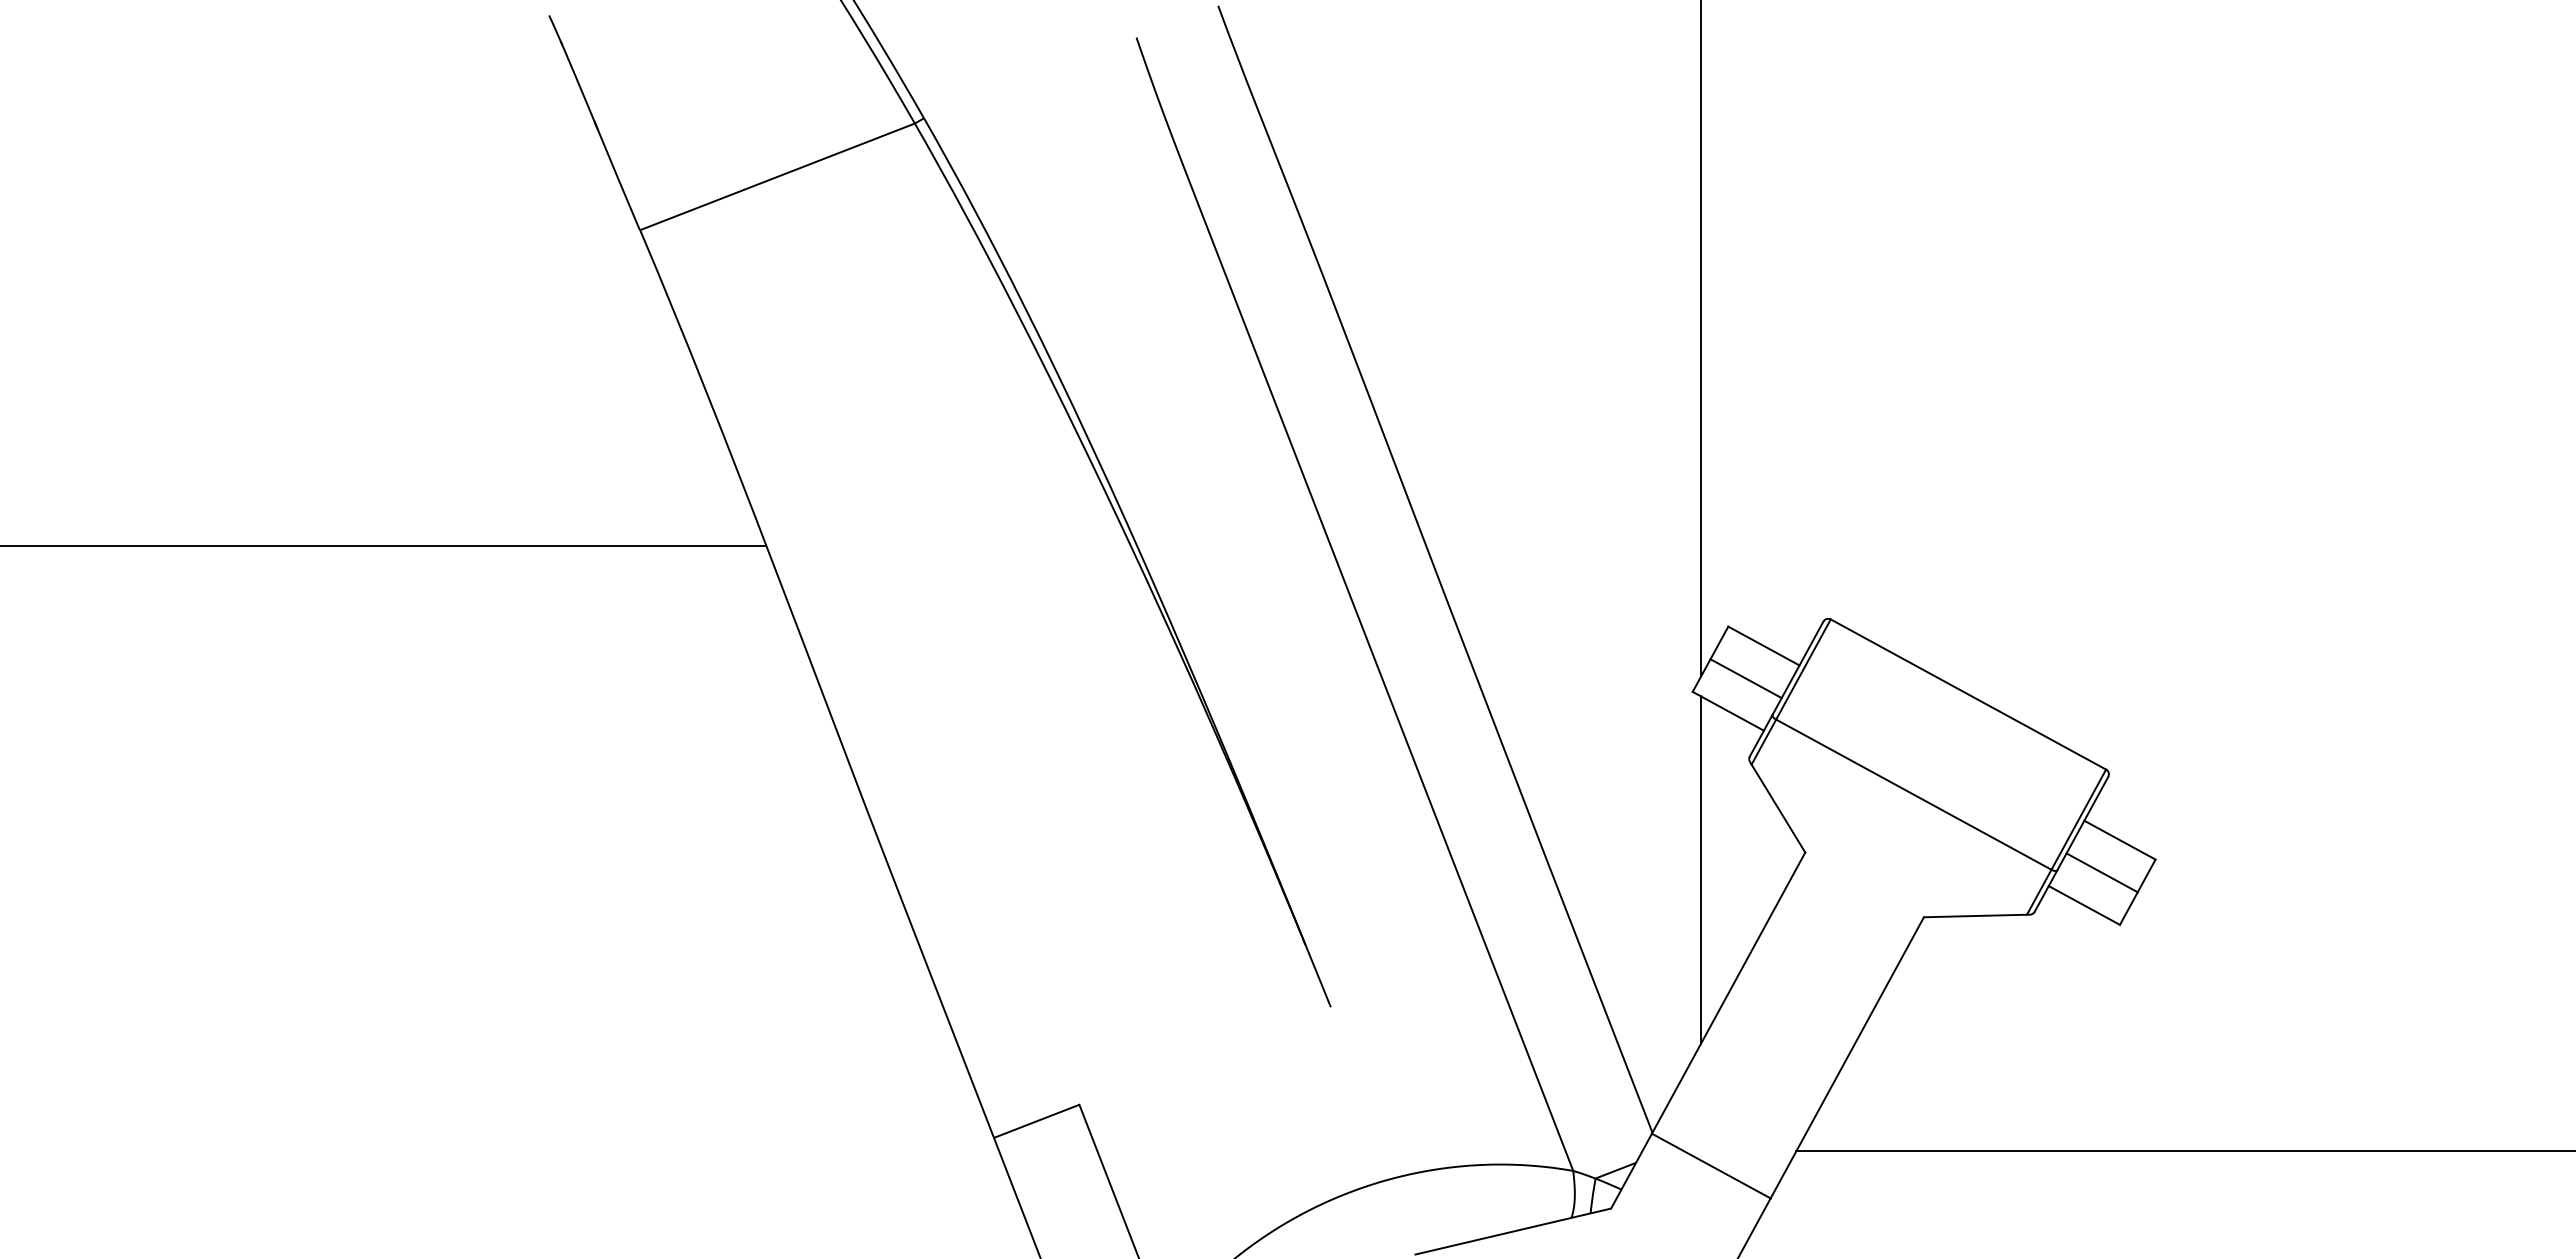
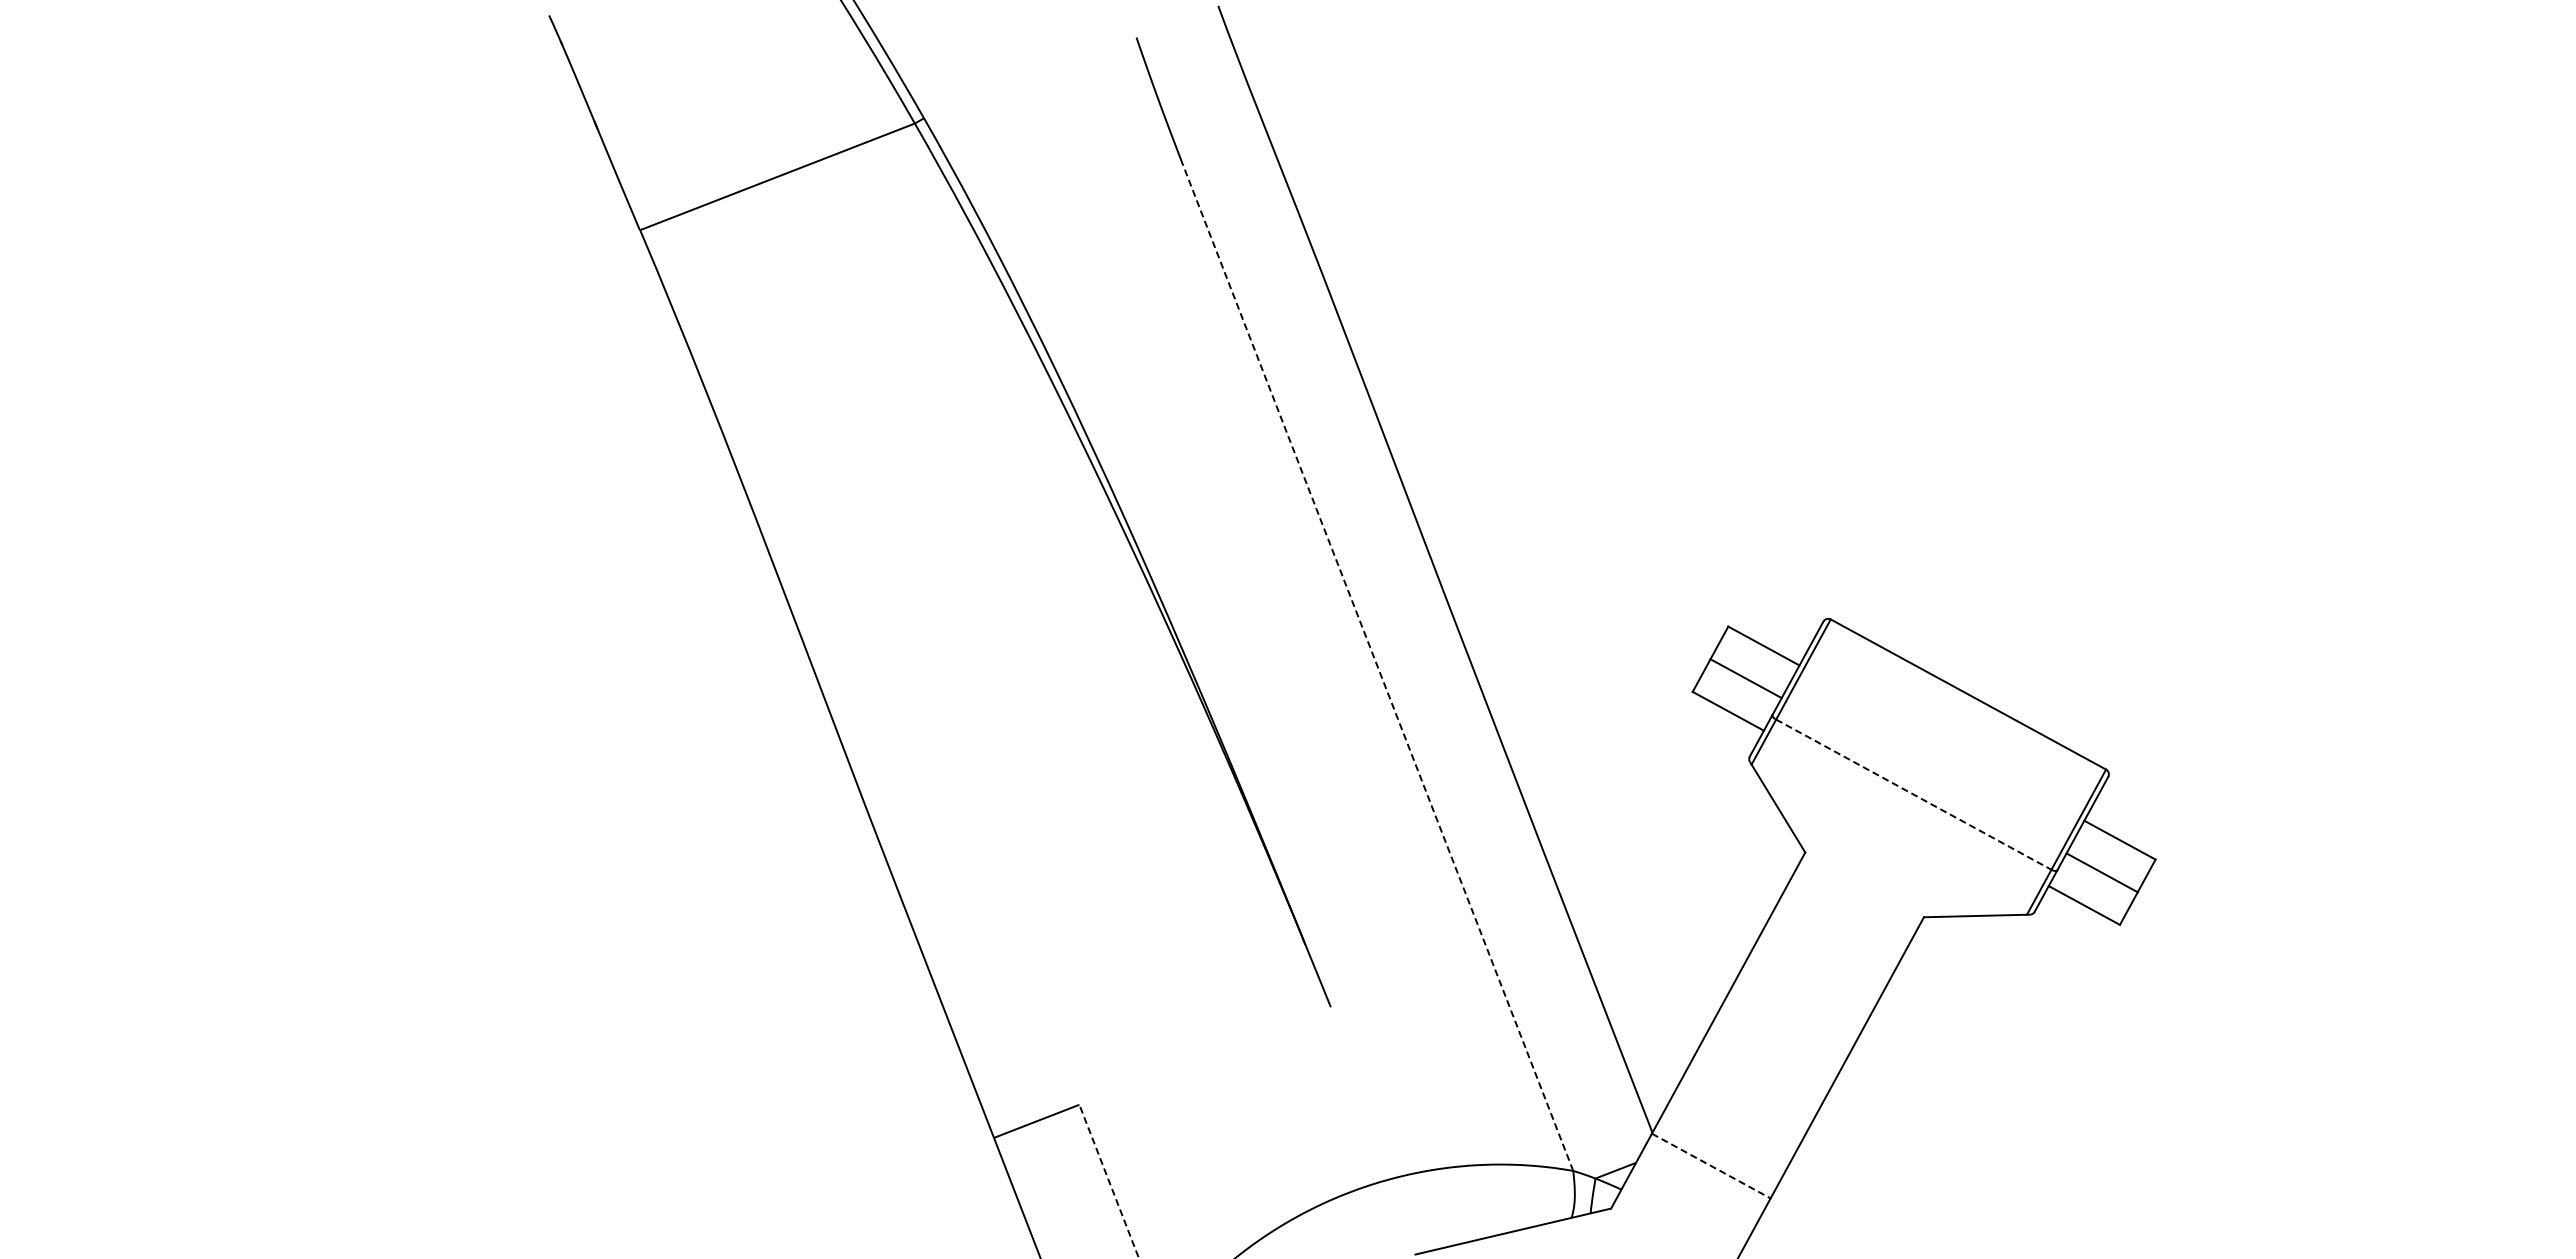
line at (1701, 339): present -> none
line at (384, 545): present -> none
line at (1378, 667): solid -> dashed
line at (1913, 794): solid -> dashed
line at (1701, 869): present -> none
line at (2184, 1151): present -> none
line at (1711, 1166): solid -> dashed
line at (1108, 1181): solid -> dashed
